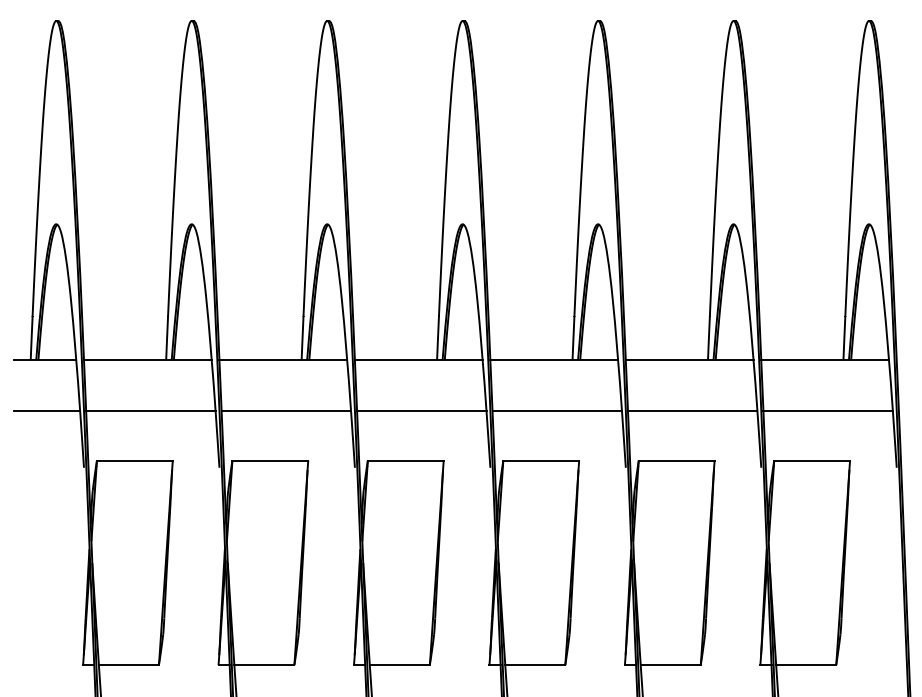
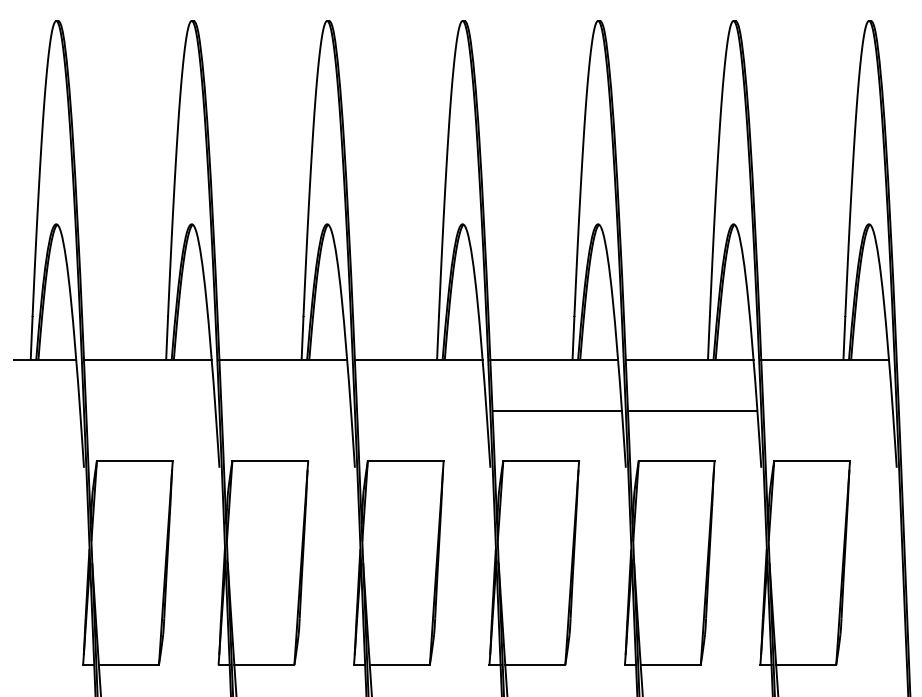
line at (47, 411): present -> none
line at (150, 411): present -> none
line at (286, 411): present -> none
line at (421, 411): present -> none
line at (827, 411): present -> none
